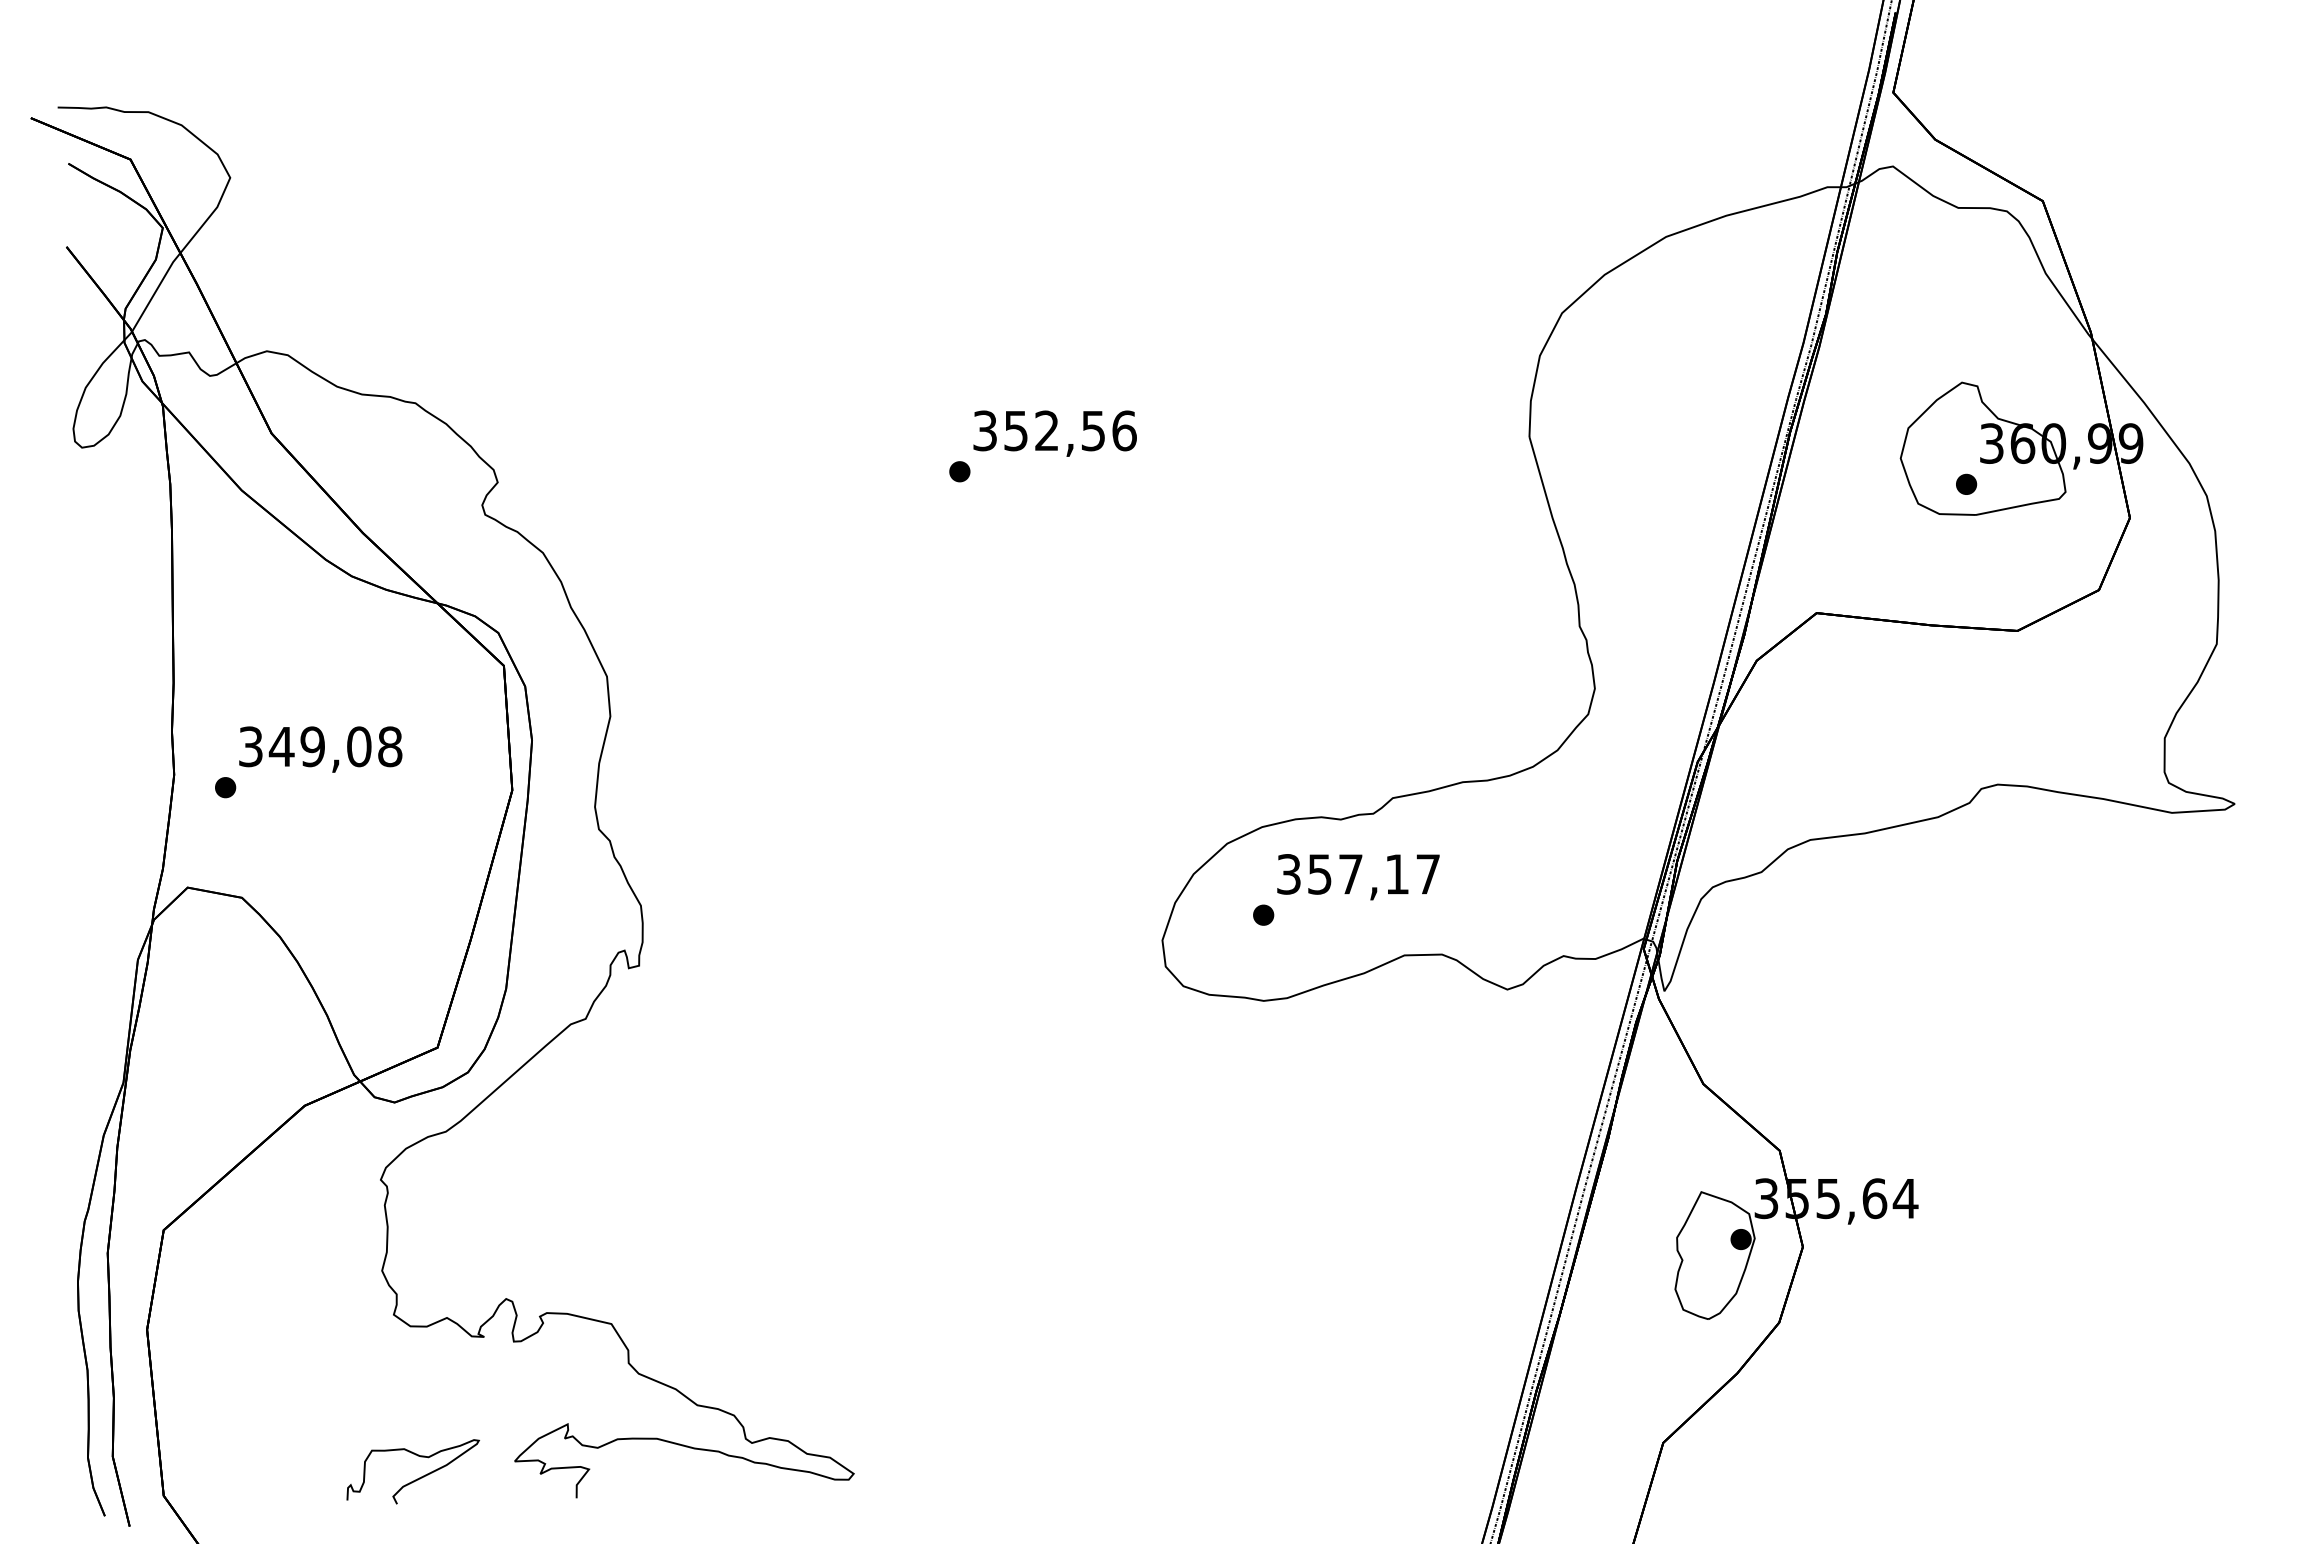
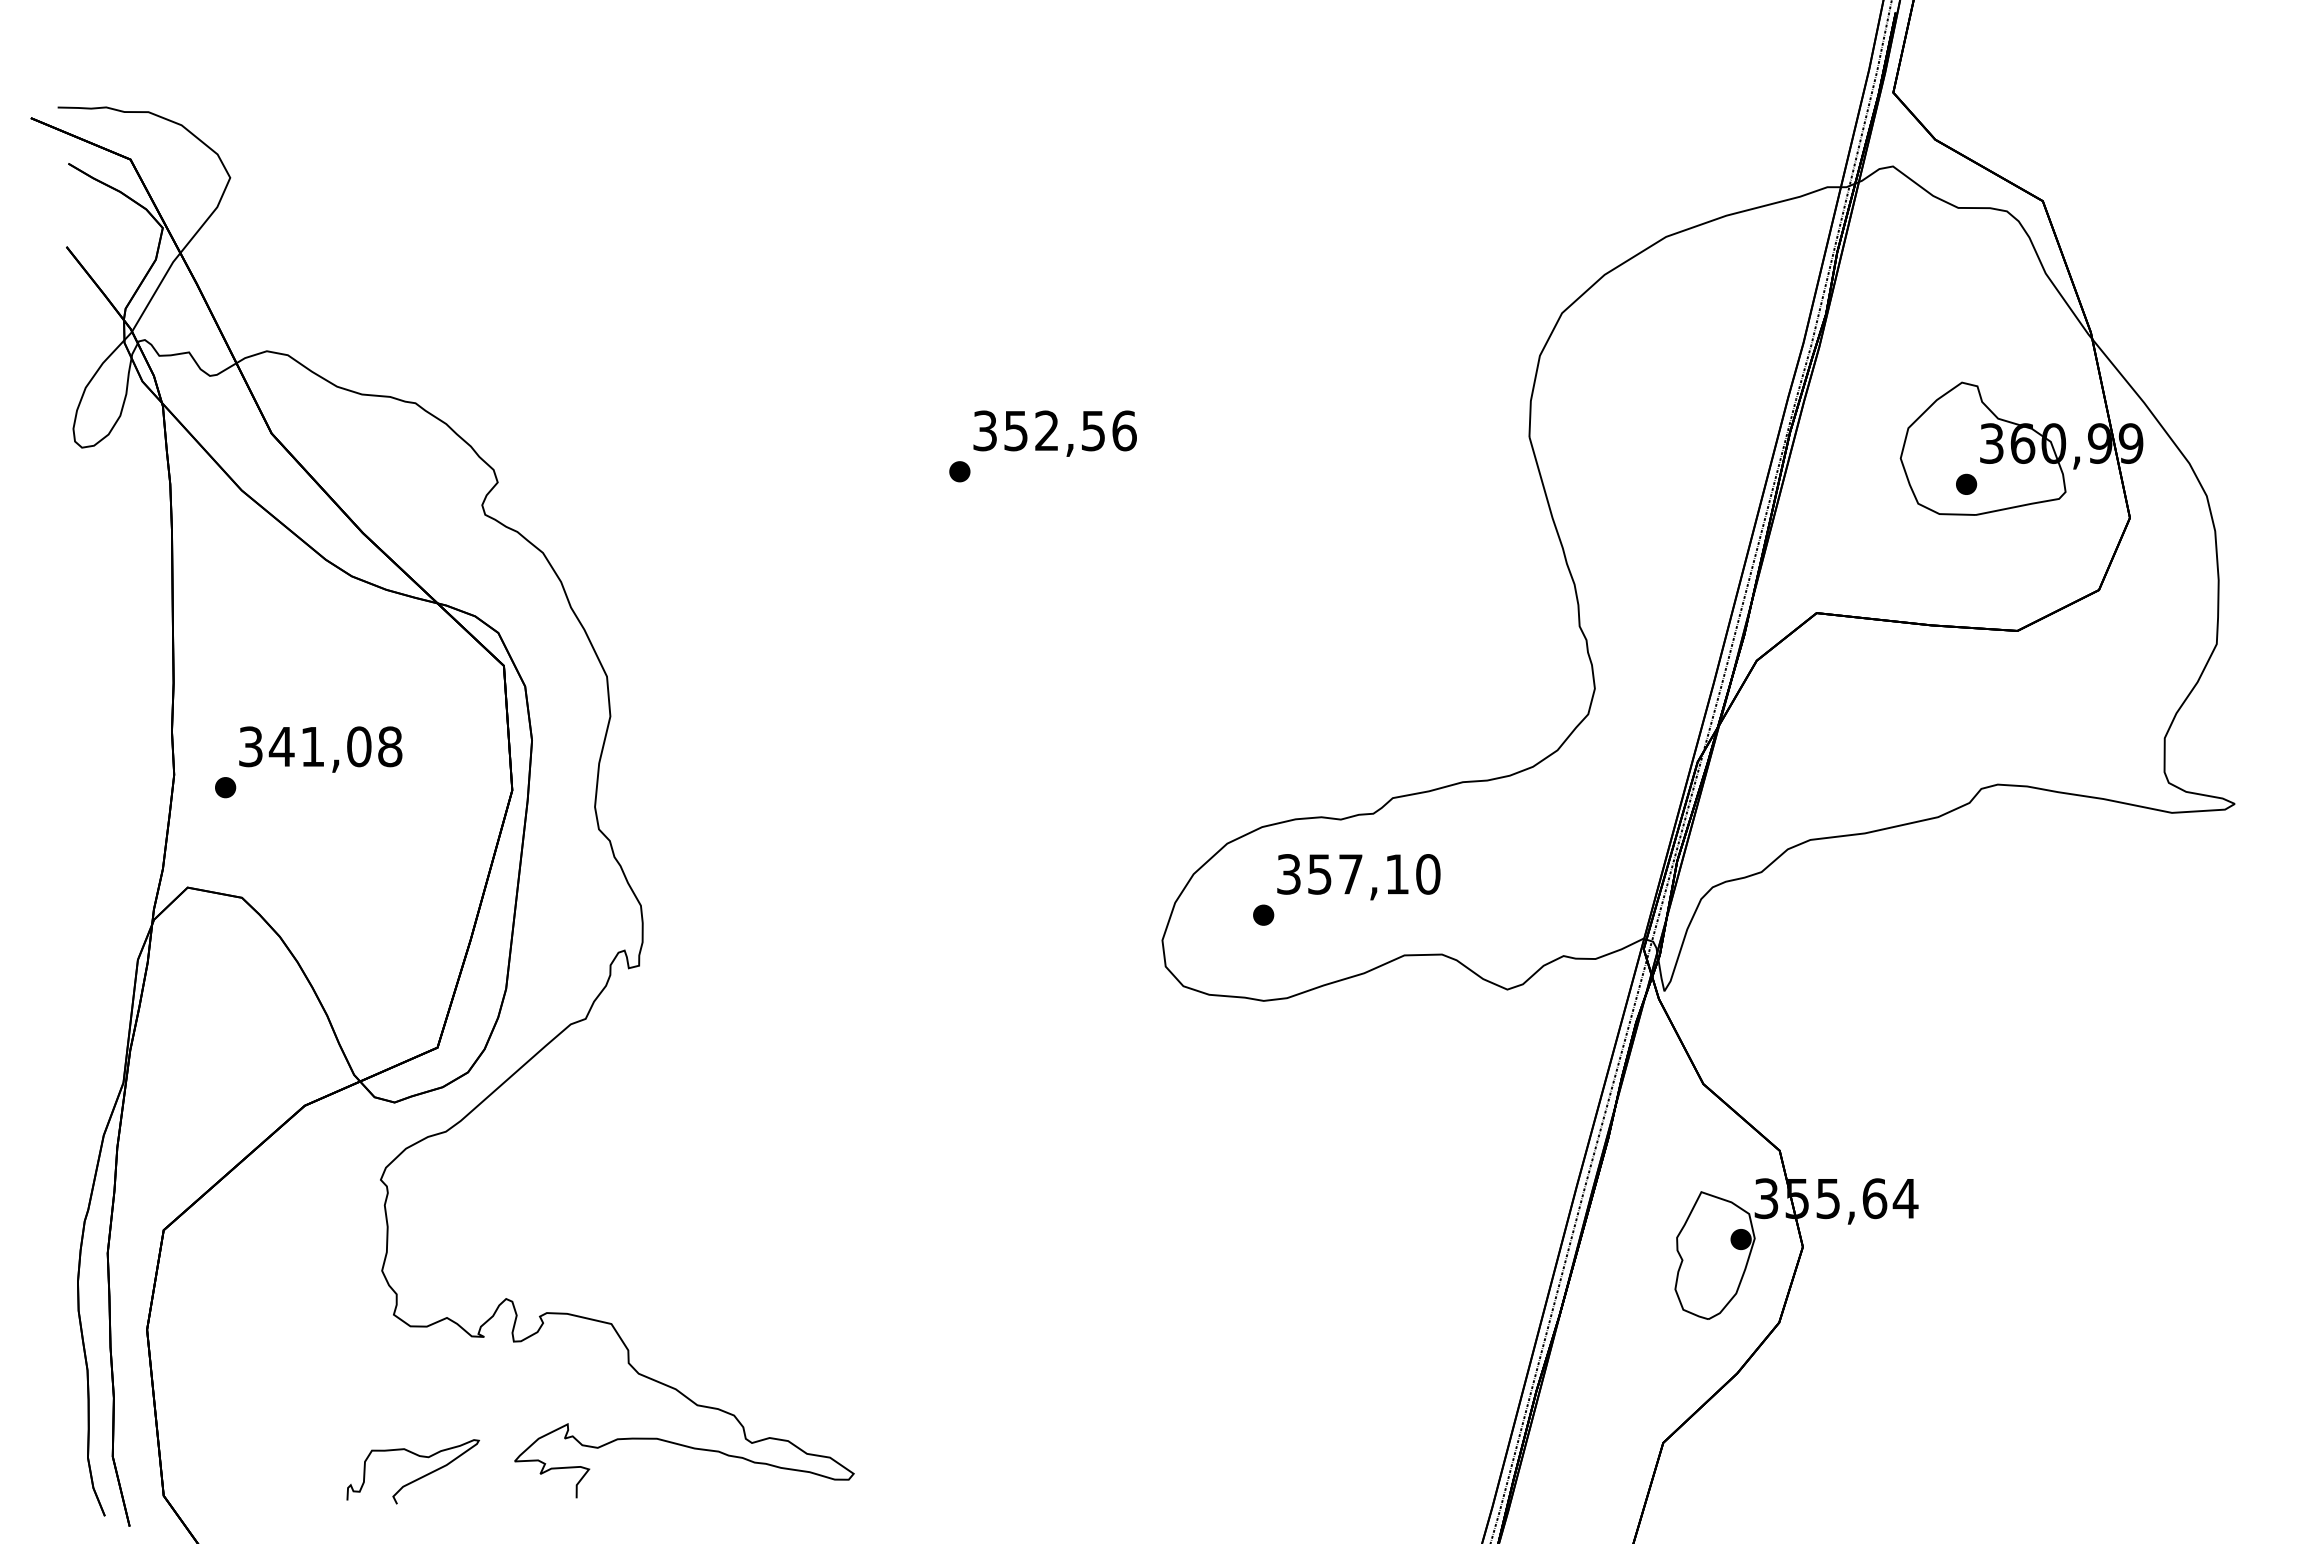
text at (312, 746): 349,08 -> 341,08
text at (1428, 874): 357,17 -> 357,10
